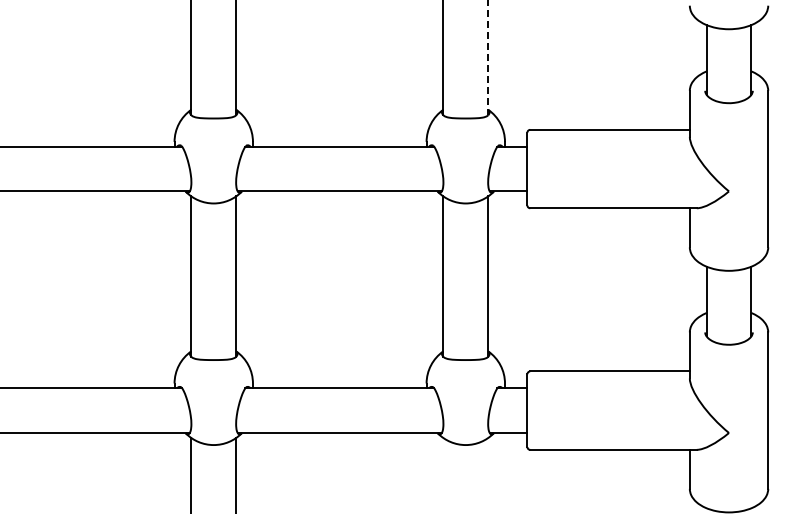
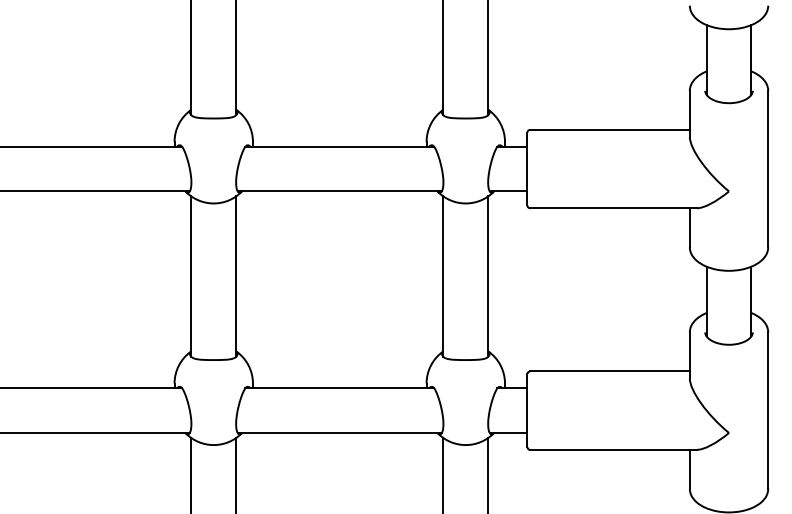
line at (488, 58): dashed -> solid
line at (443, 474): none -> present
line at (488, 474): none -> present
